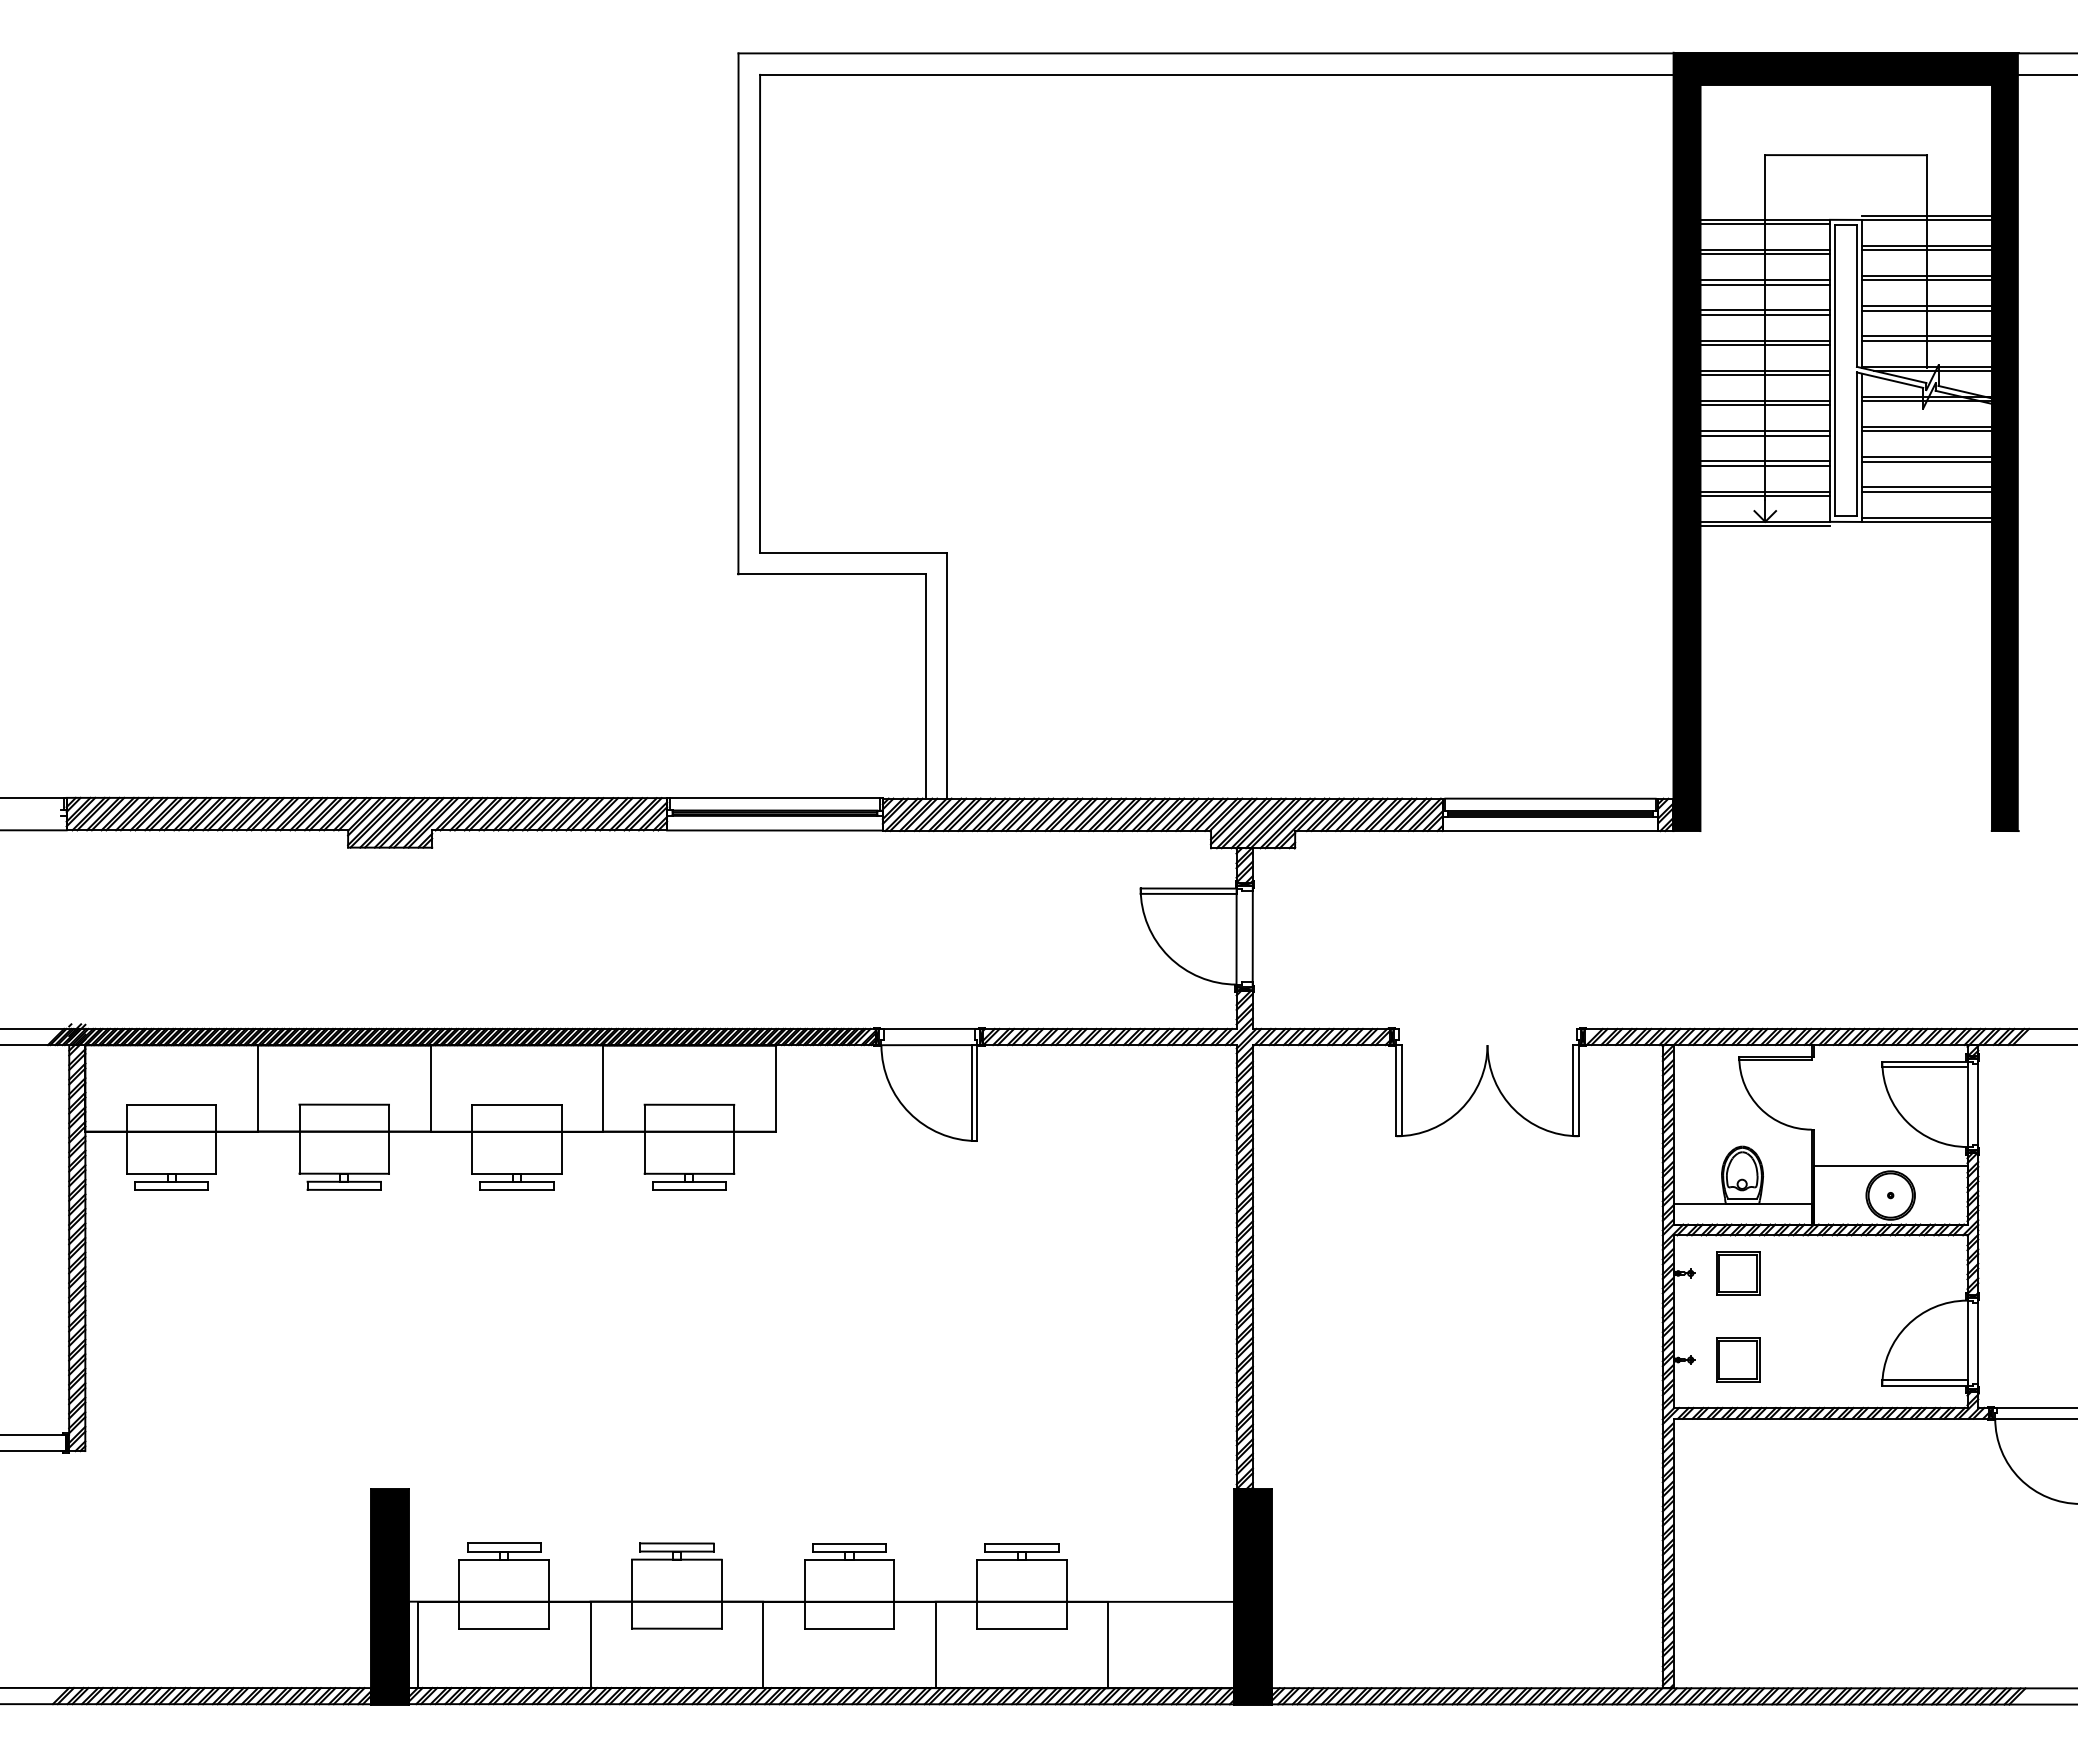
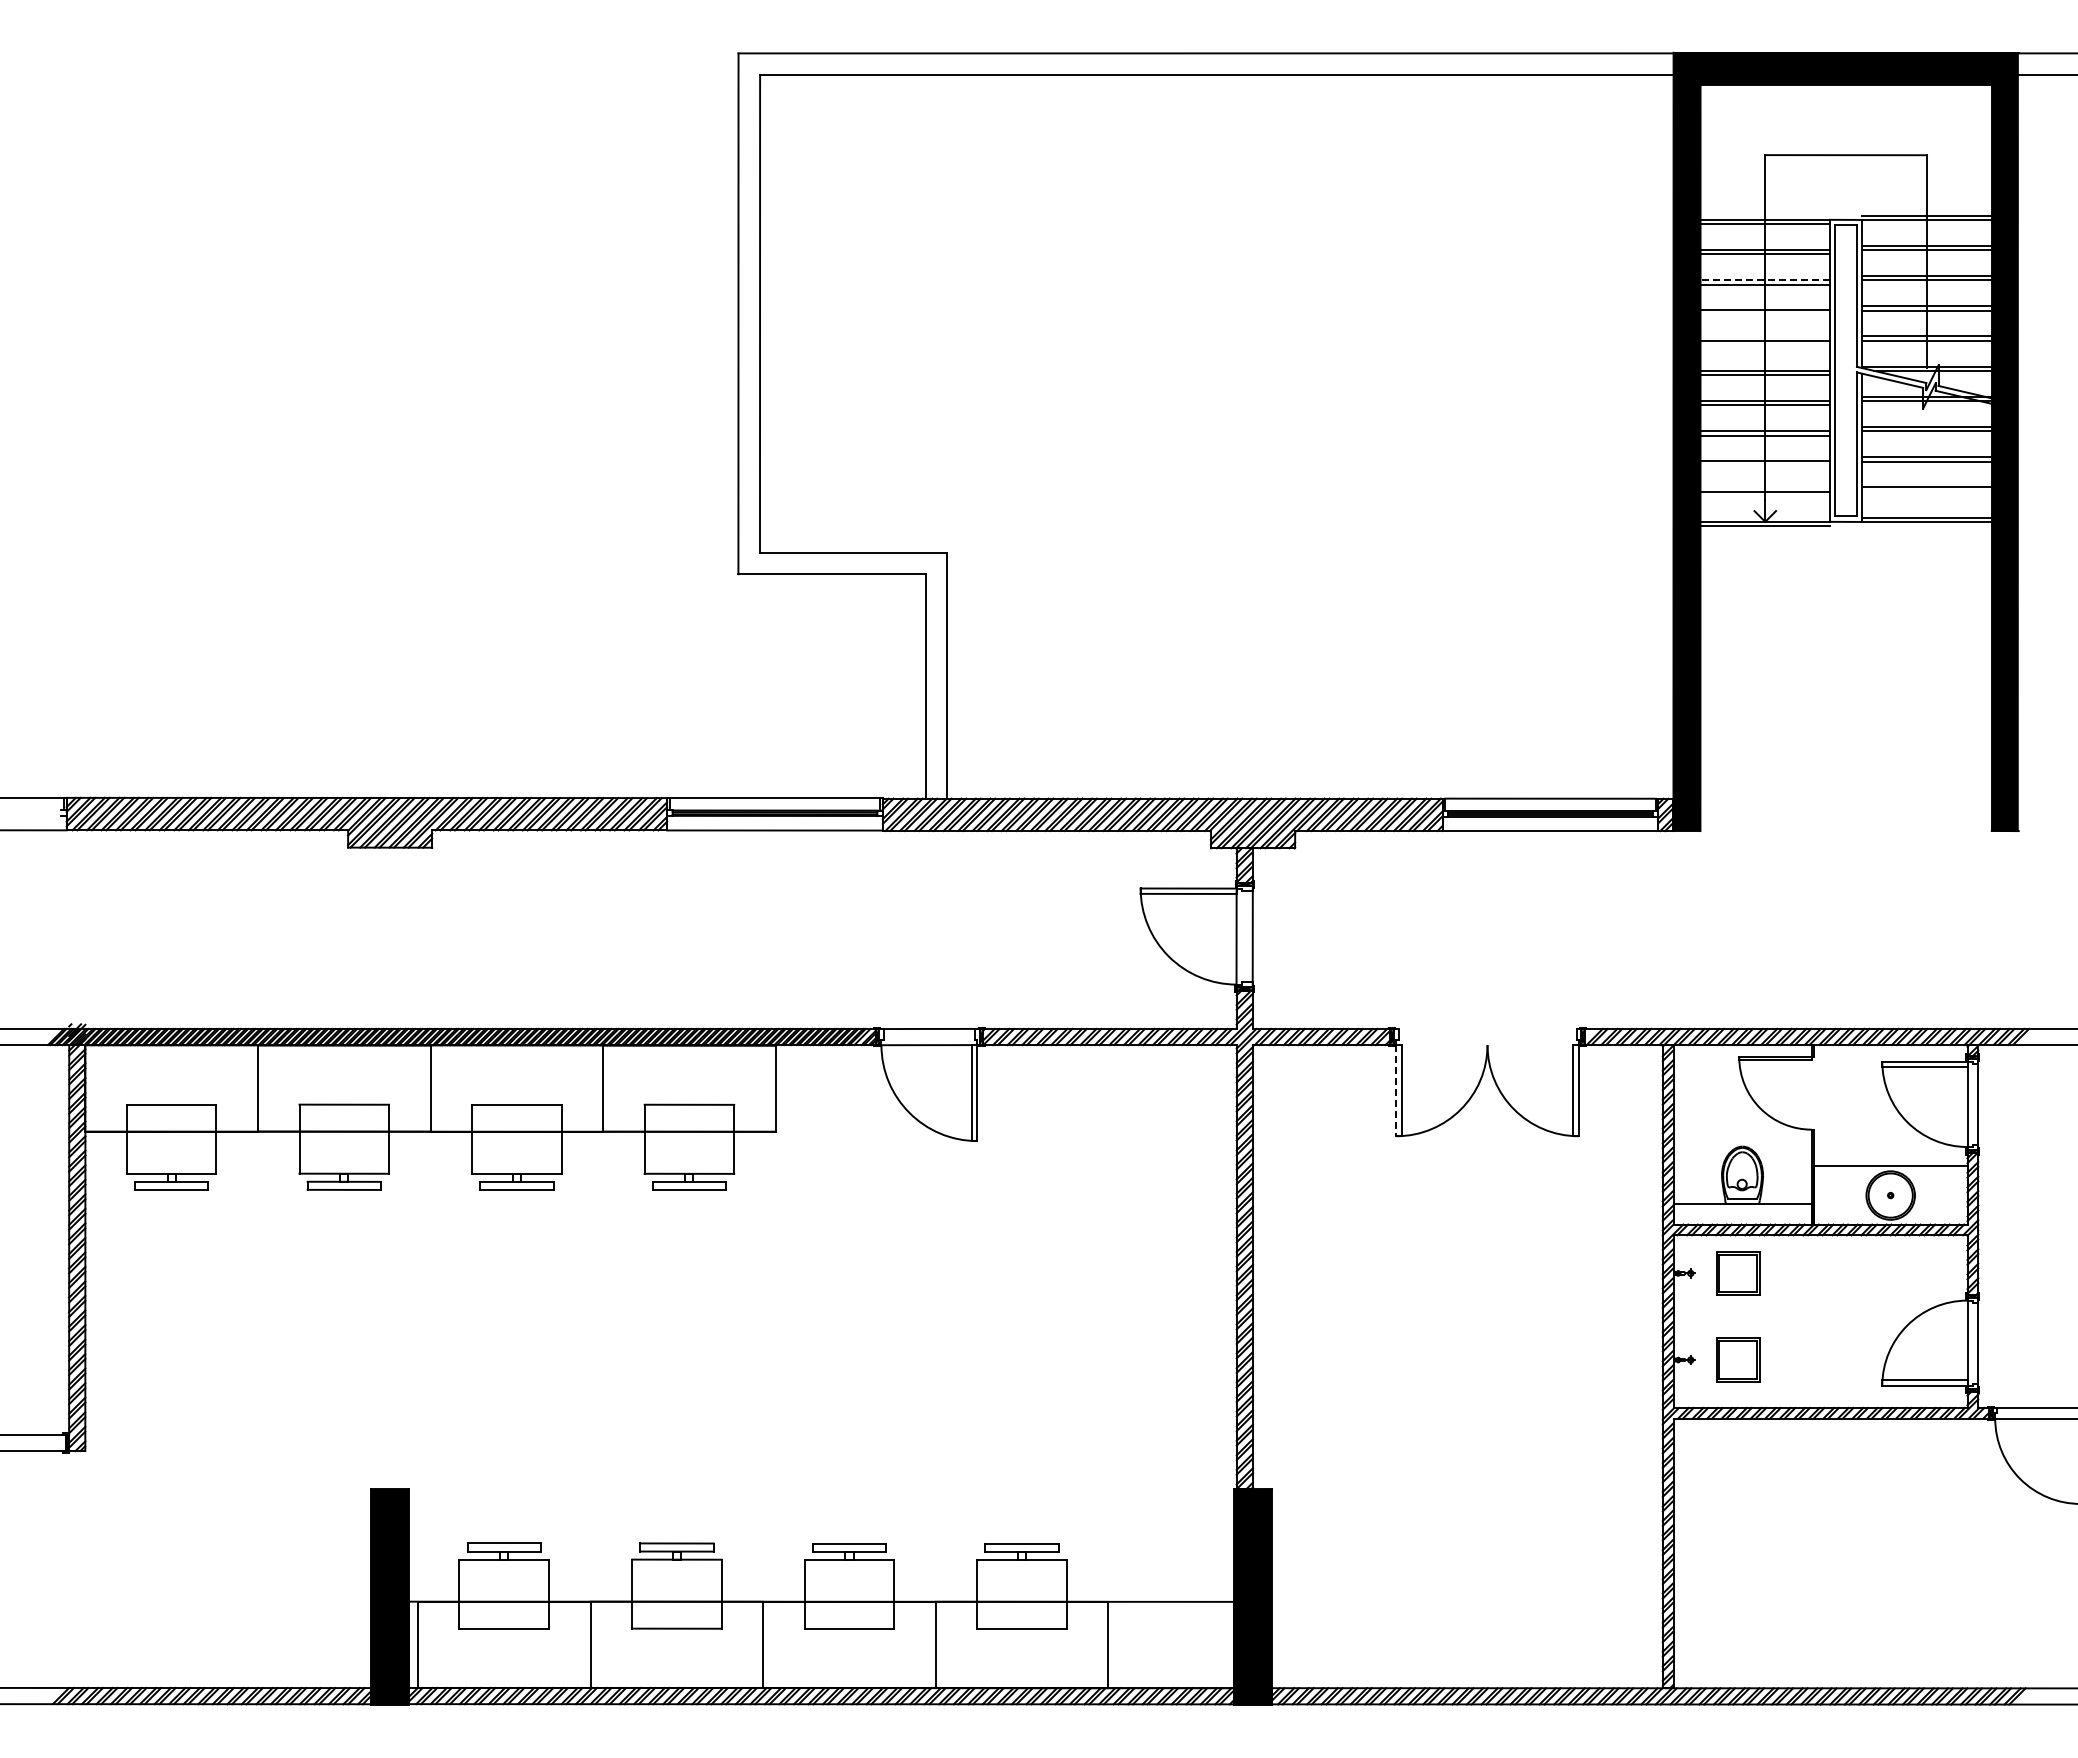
line at (1765, 280): solid -> dashed
line at (1764, 314): present -> none
line at (1764, 344): present -> none
line at (1764, 465): present -> none
line at (1926, 491): present -> none
line at (1764, 495): present -> none
line at (1396, 1090): solid -> dashed
